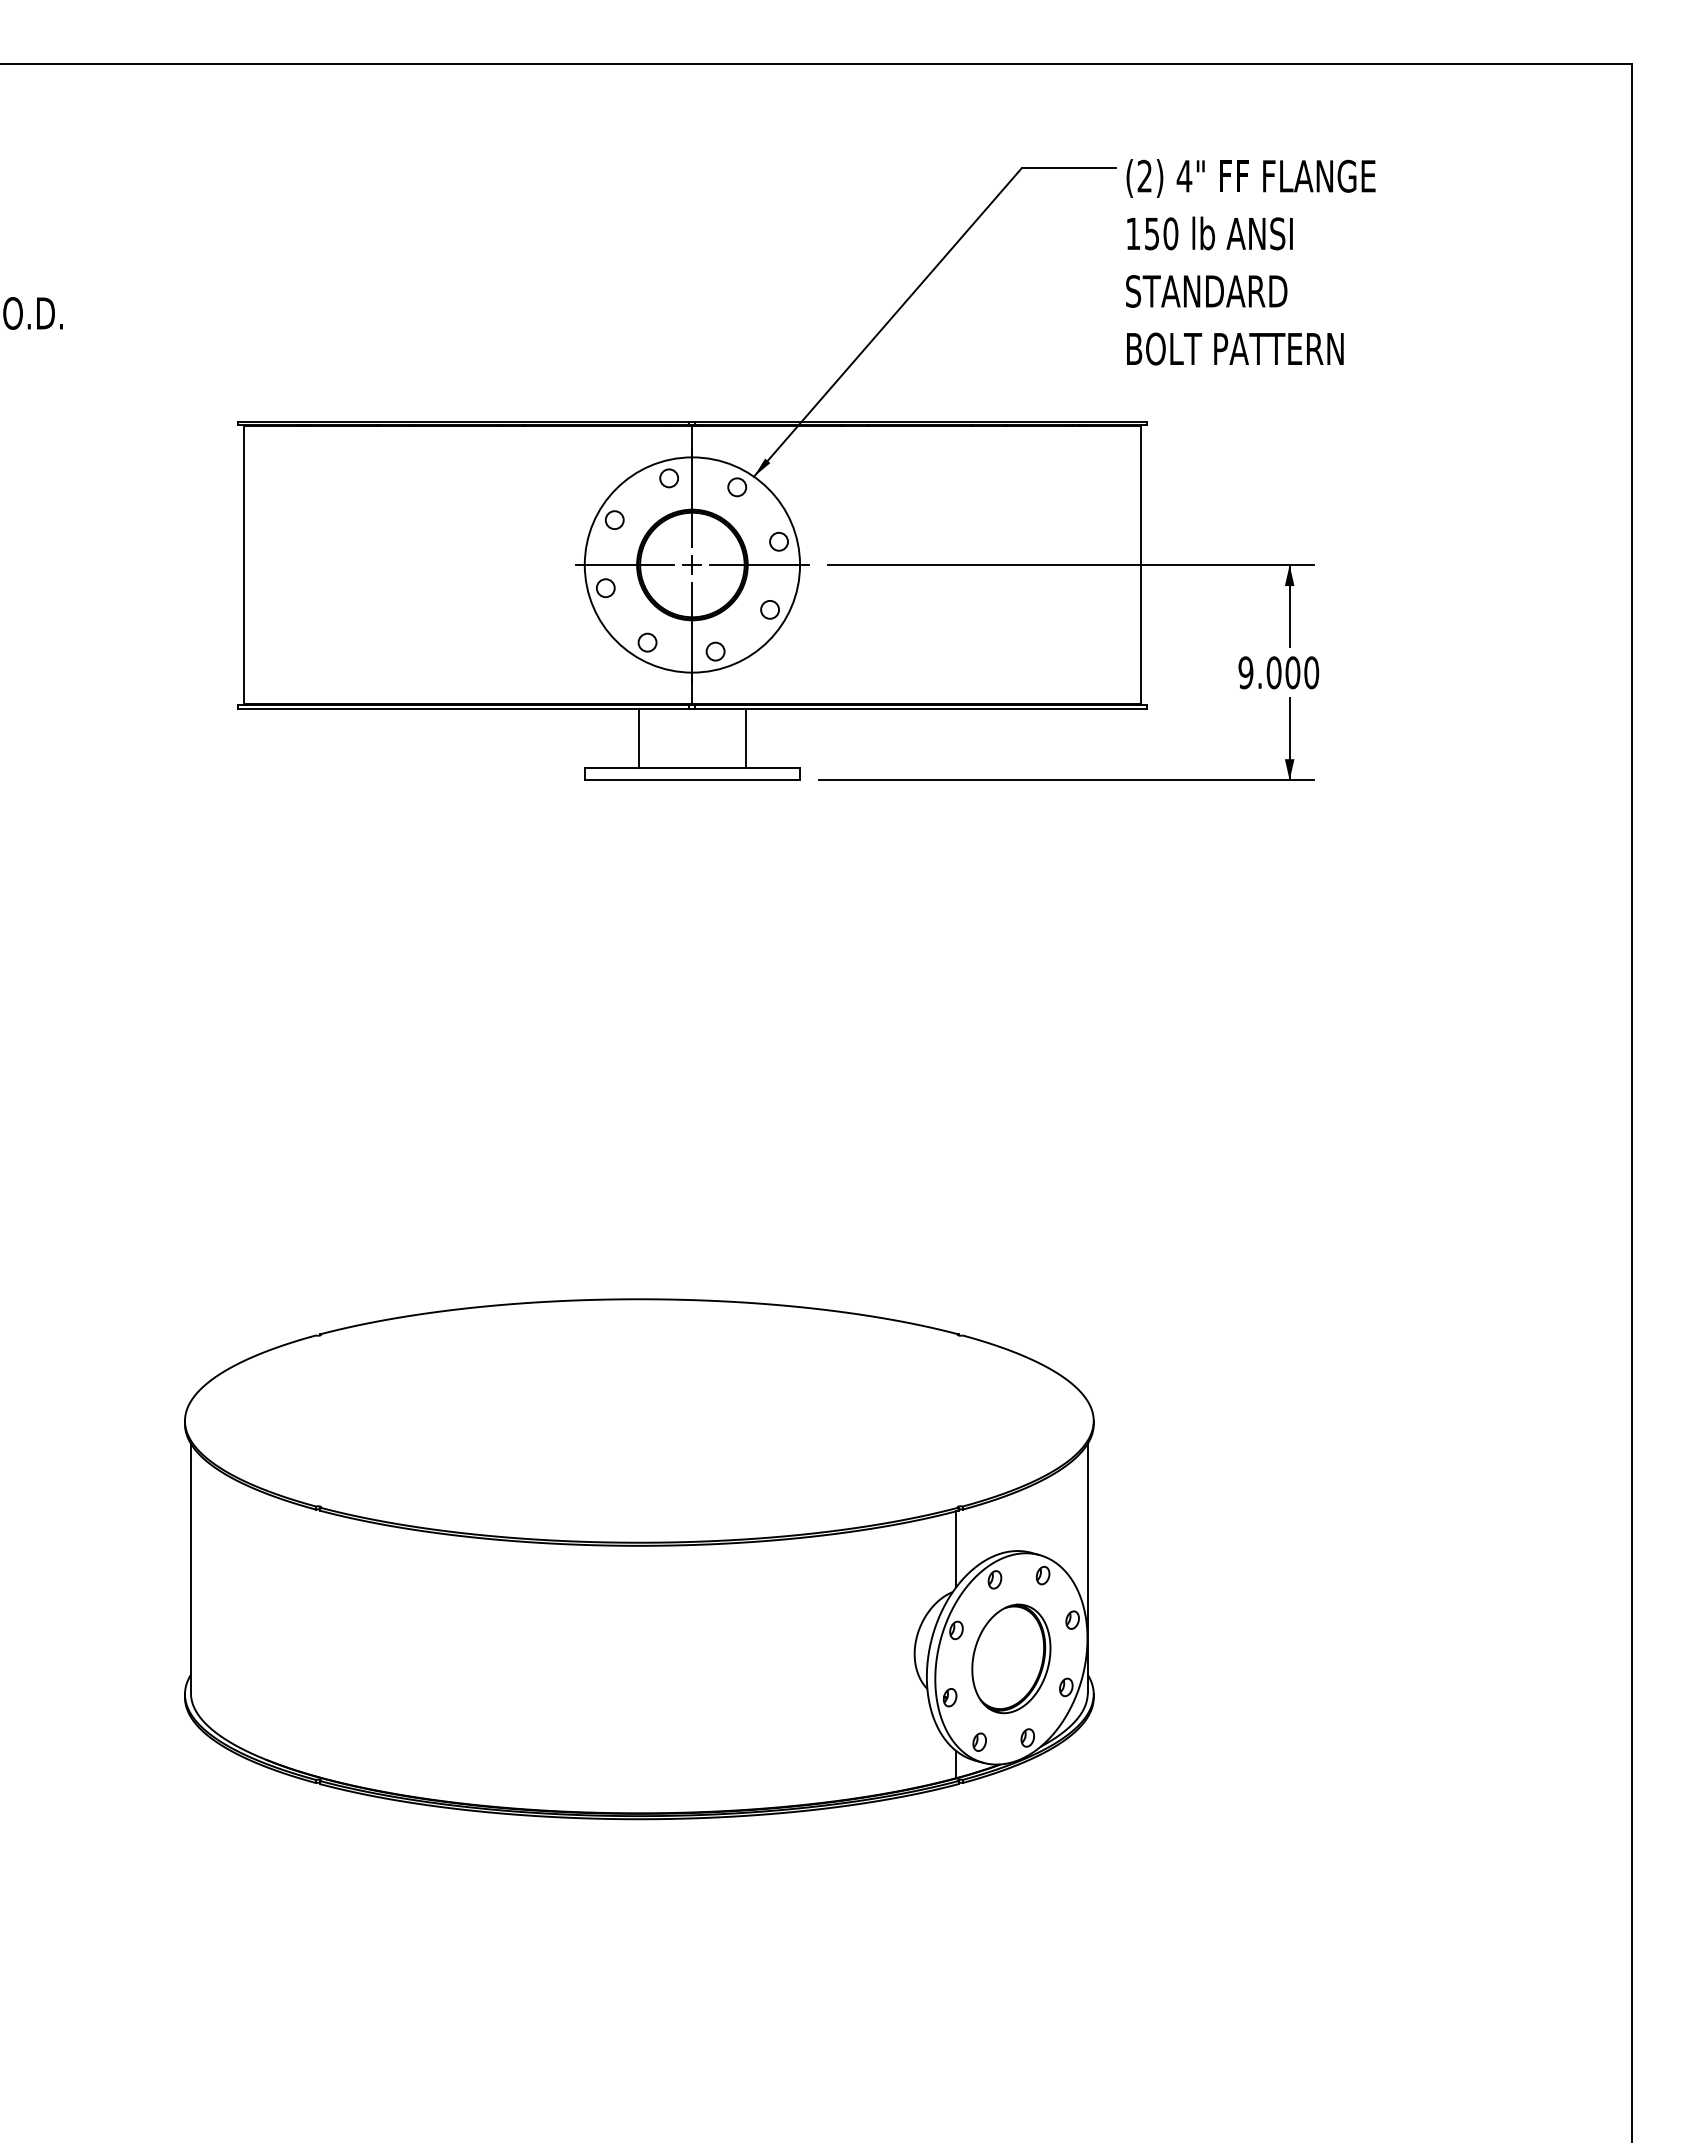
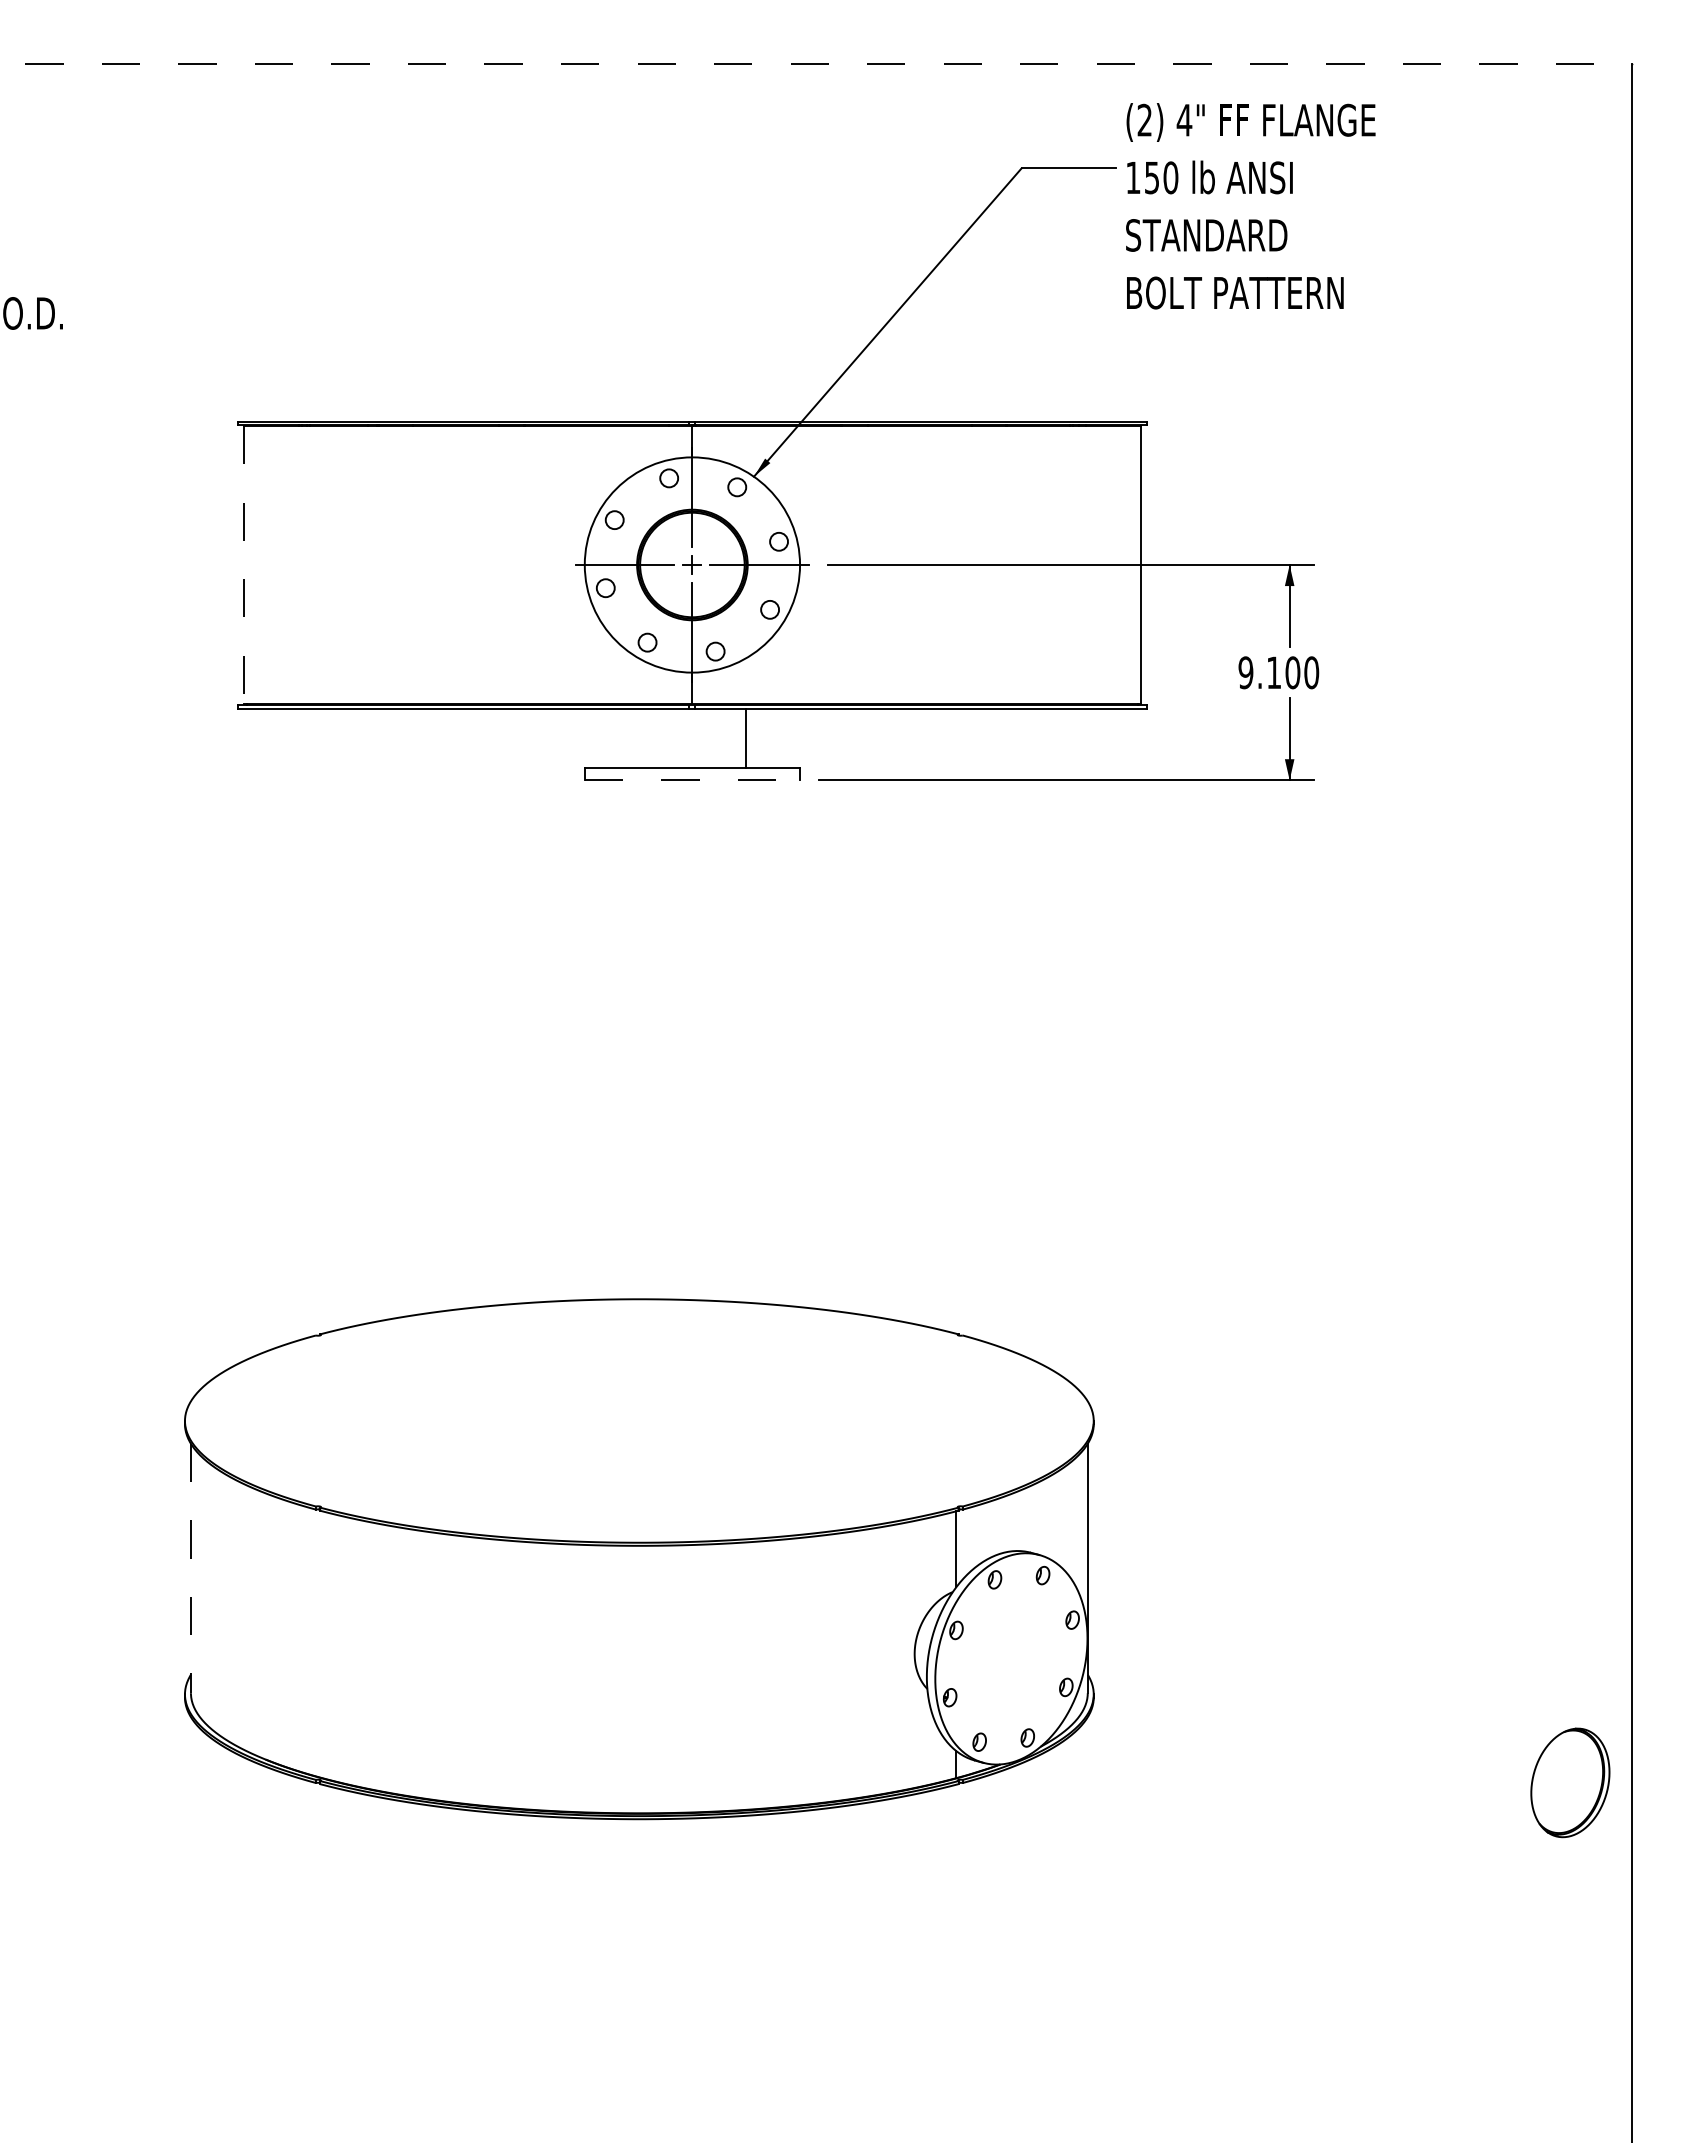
line at (816, 64): solid -> dashed
text at (1250, 262) position: (1250, 262) -> (1250, 206)
line at (243, 565): solid -> dashed
text at (1273, 672): 9.000 -> 9.100
line at (638, 738): present -> none
line at (692, 780): solid -> dashed
line at (190, 1568): solid -> dashed
part at (1011, 1658) position: (1011, 1658) -> (1570, 1782)
